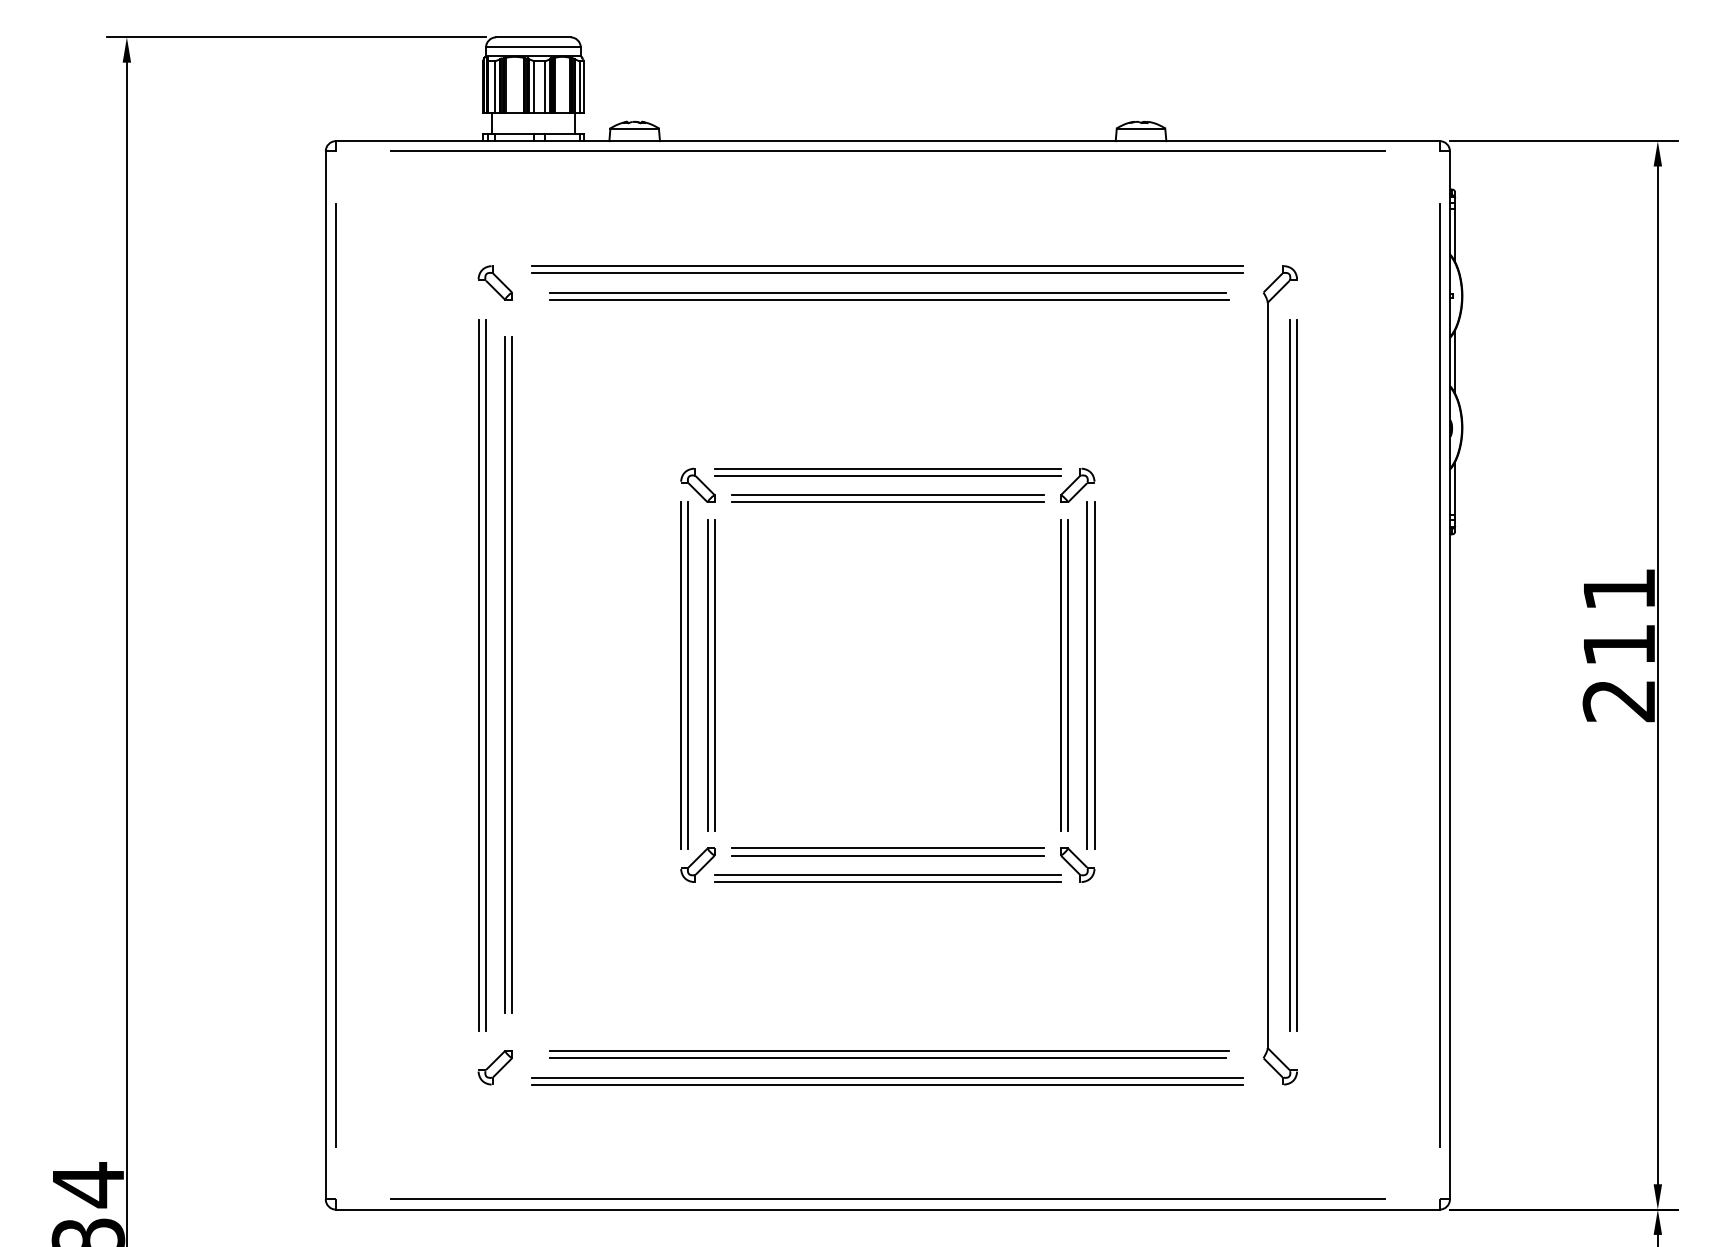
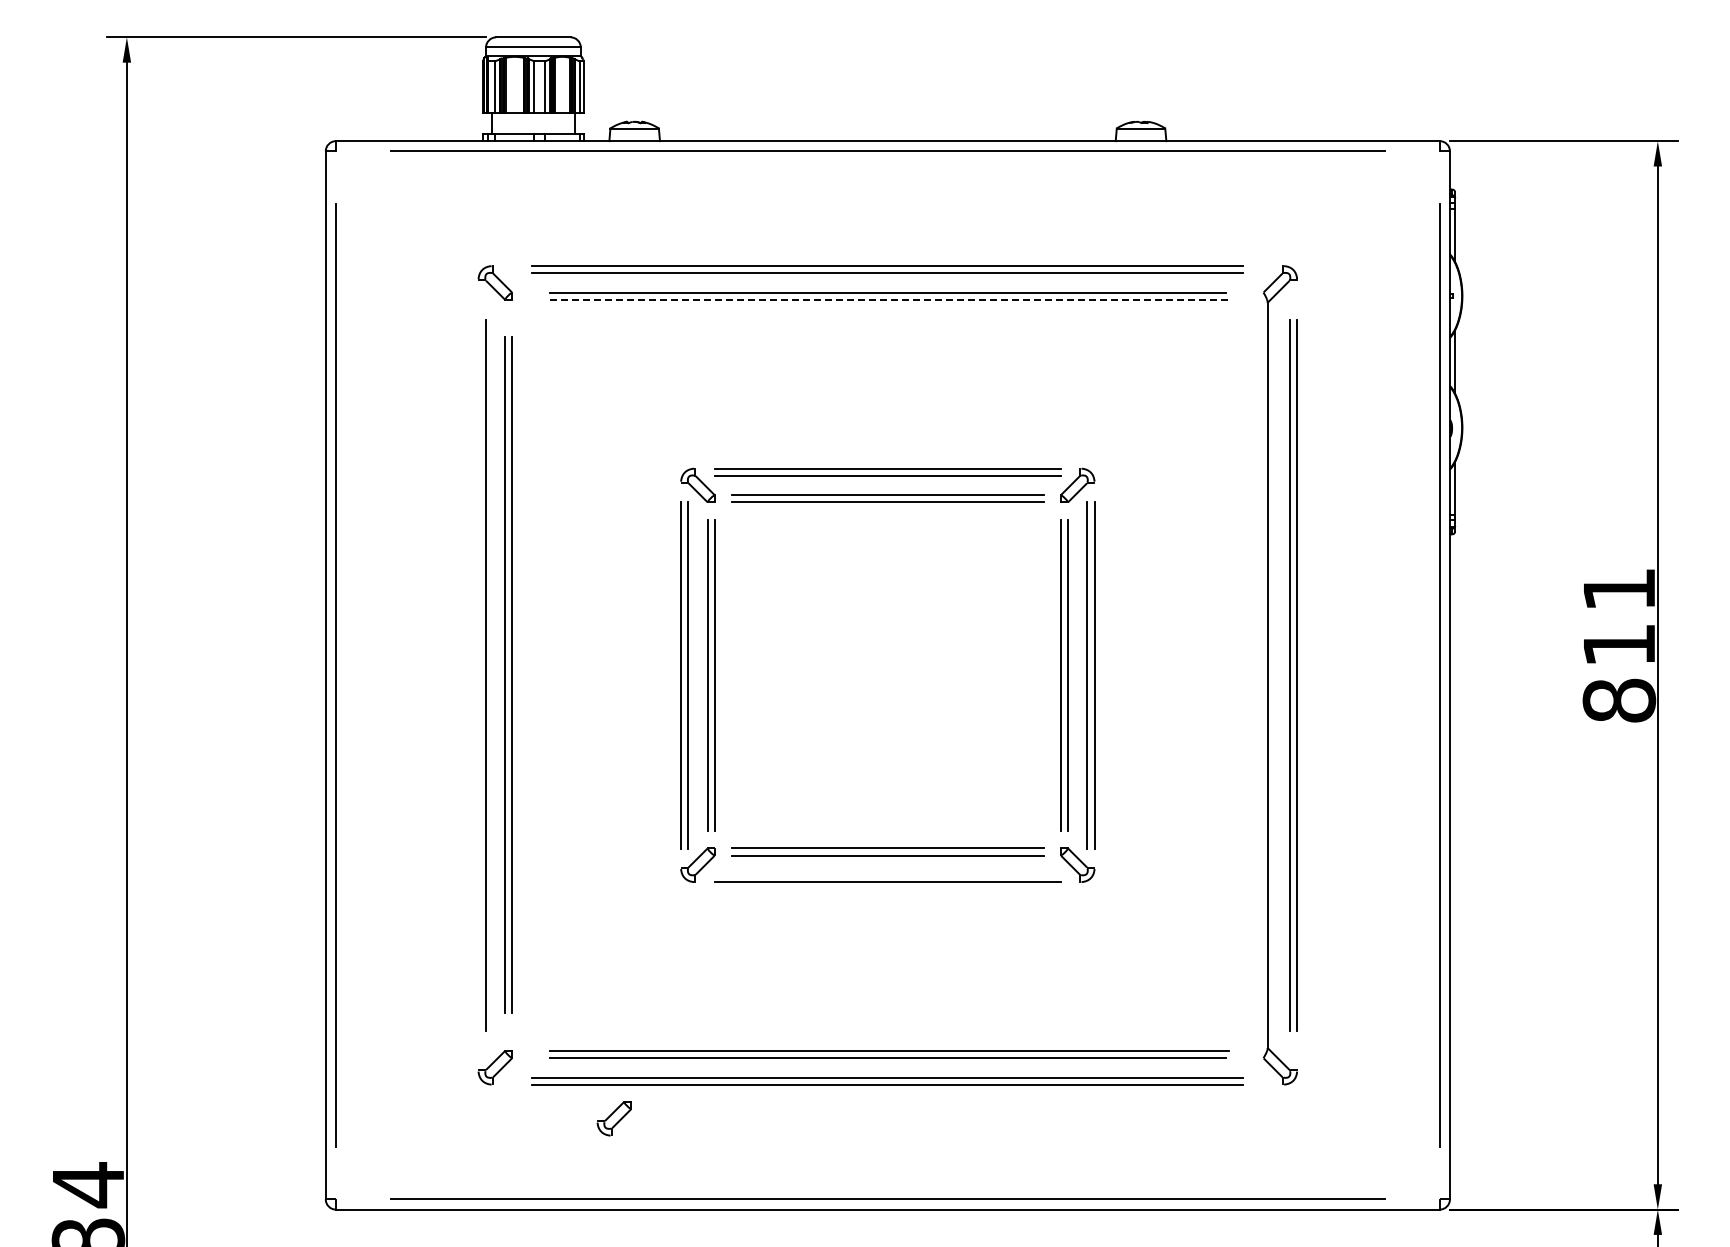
line at (889, 299): solid -> dashed
line at (478, 674): present -> none
text at (1619, 700): 211 -> 811
line at (887, 874): present -> none
part at (613, 1118): none -> present
